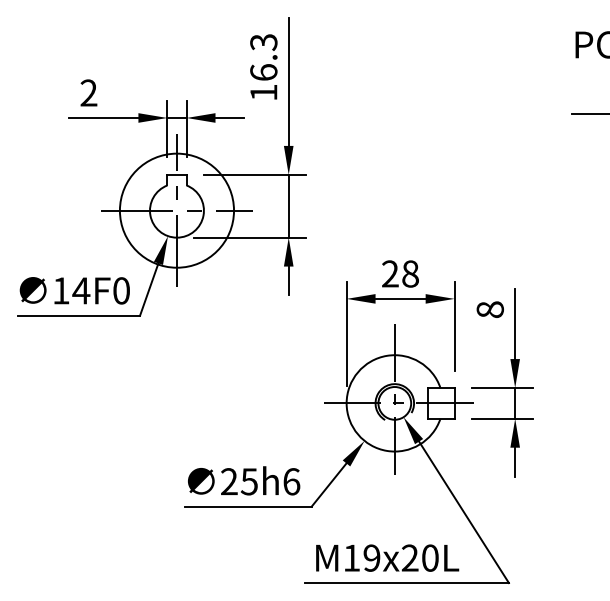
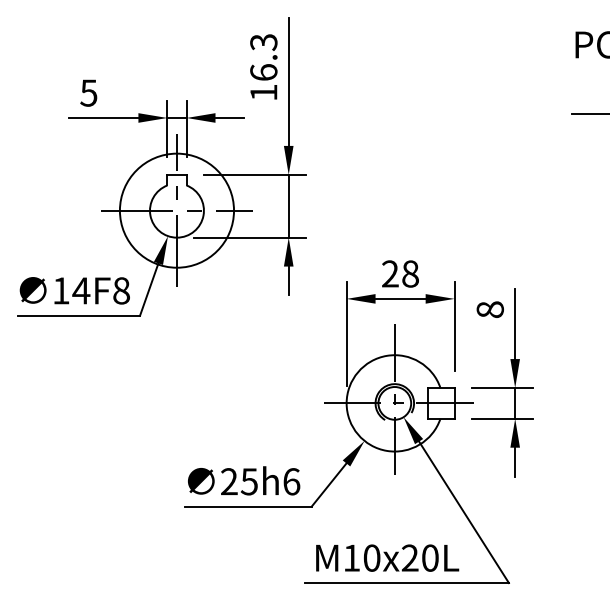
text at (88, 92): 2 -> 5
text at (121, 290): 14F0 -> 14F8
text at (371, 557): M19x20L -> M10x20L
